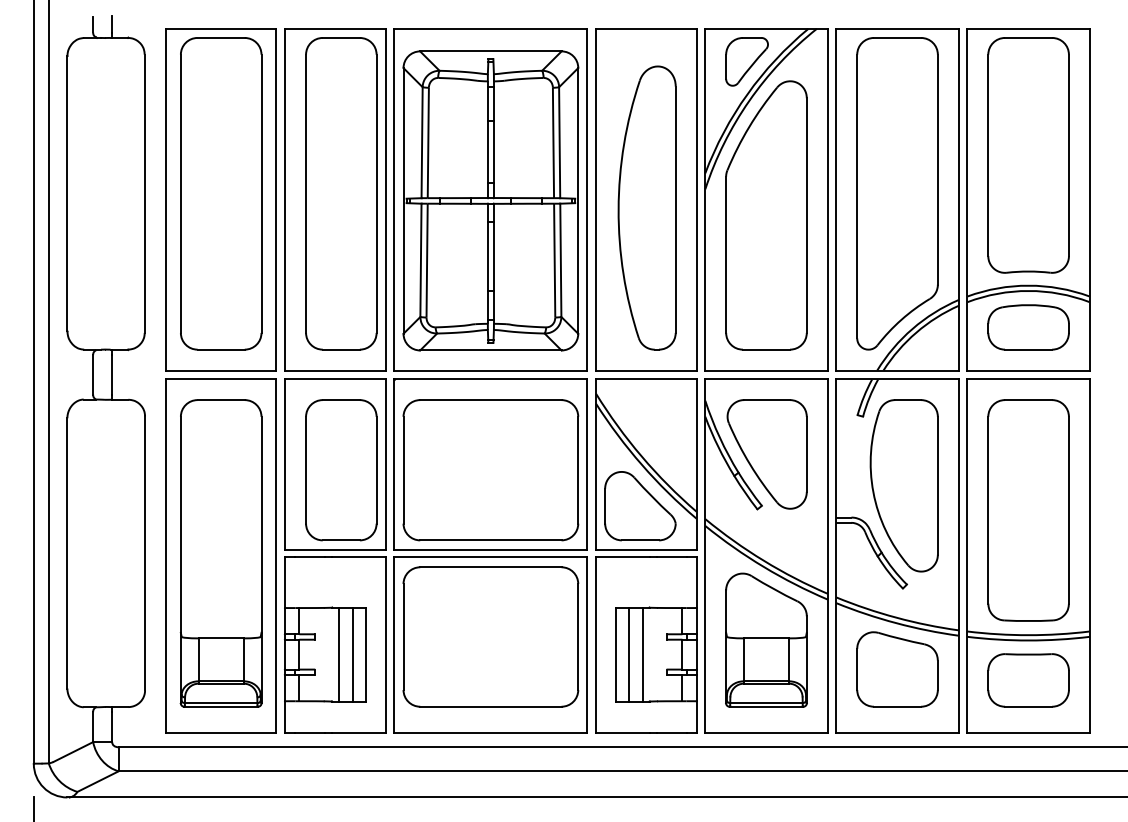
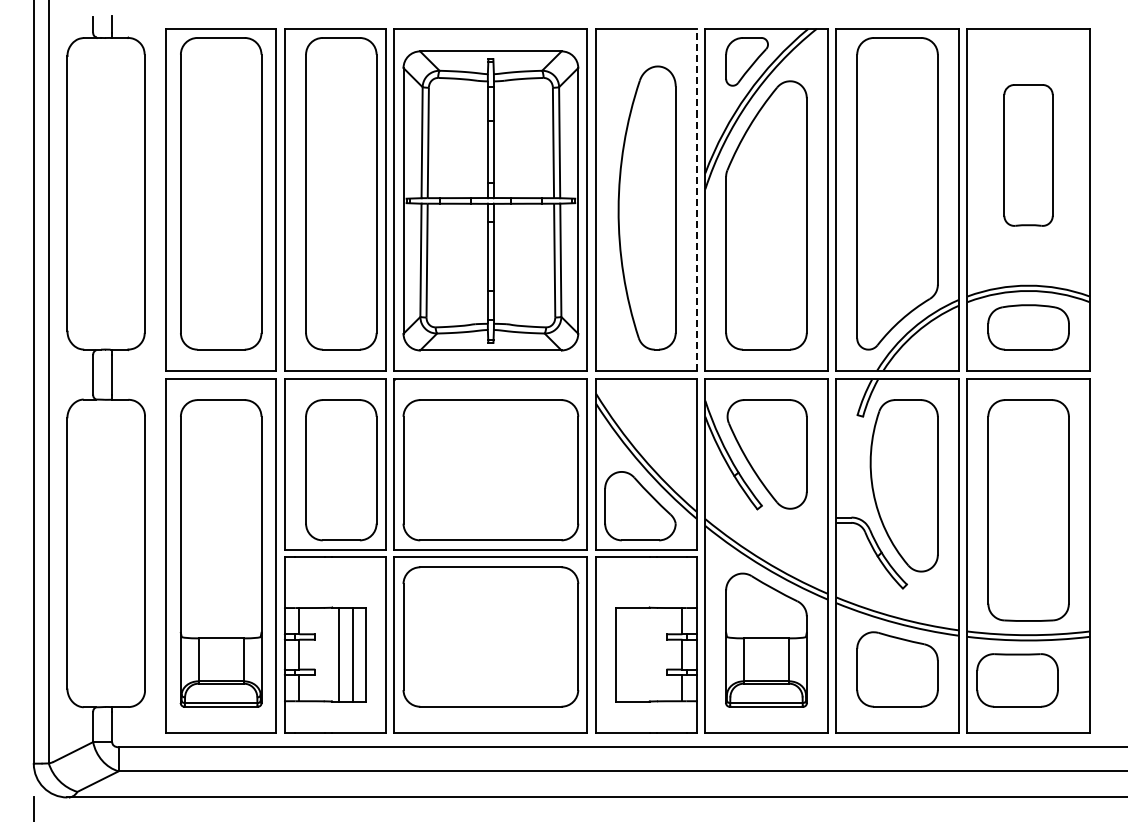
part at (1028, 155) size: 83x237 px -> 51x143 px
line at (696, 199): solid -> dashed
line at (628, 654): present -> none
line at (642, 654): present -> none
part at (1028, 680) position: (1028, 680) -> (1017, 680)
